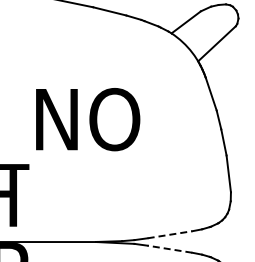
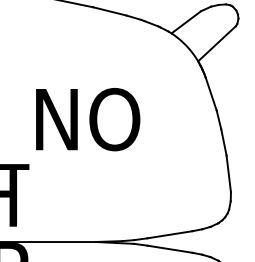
line at (169, 234): dashed -> solid
line at (169, 249): dashed -> solid
